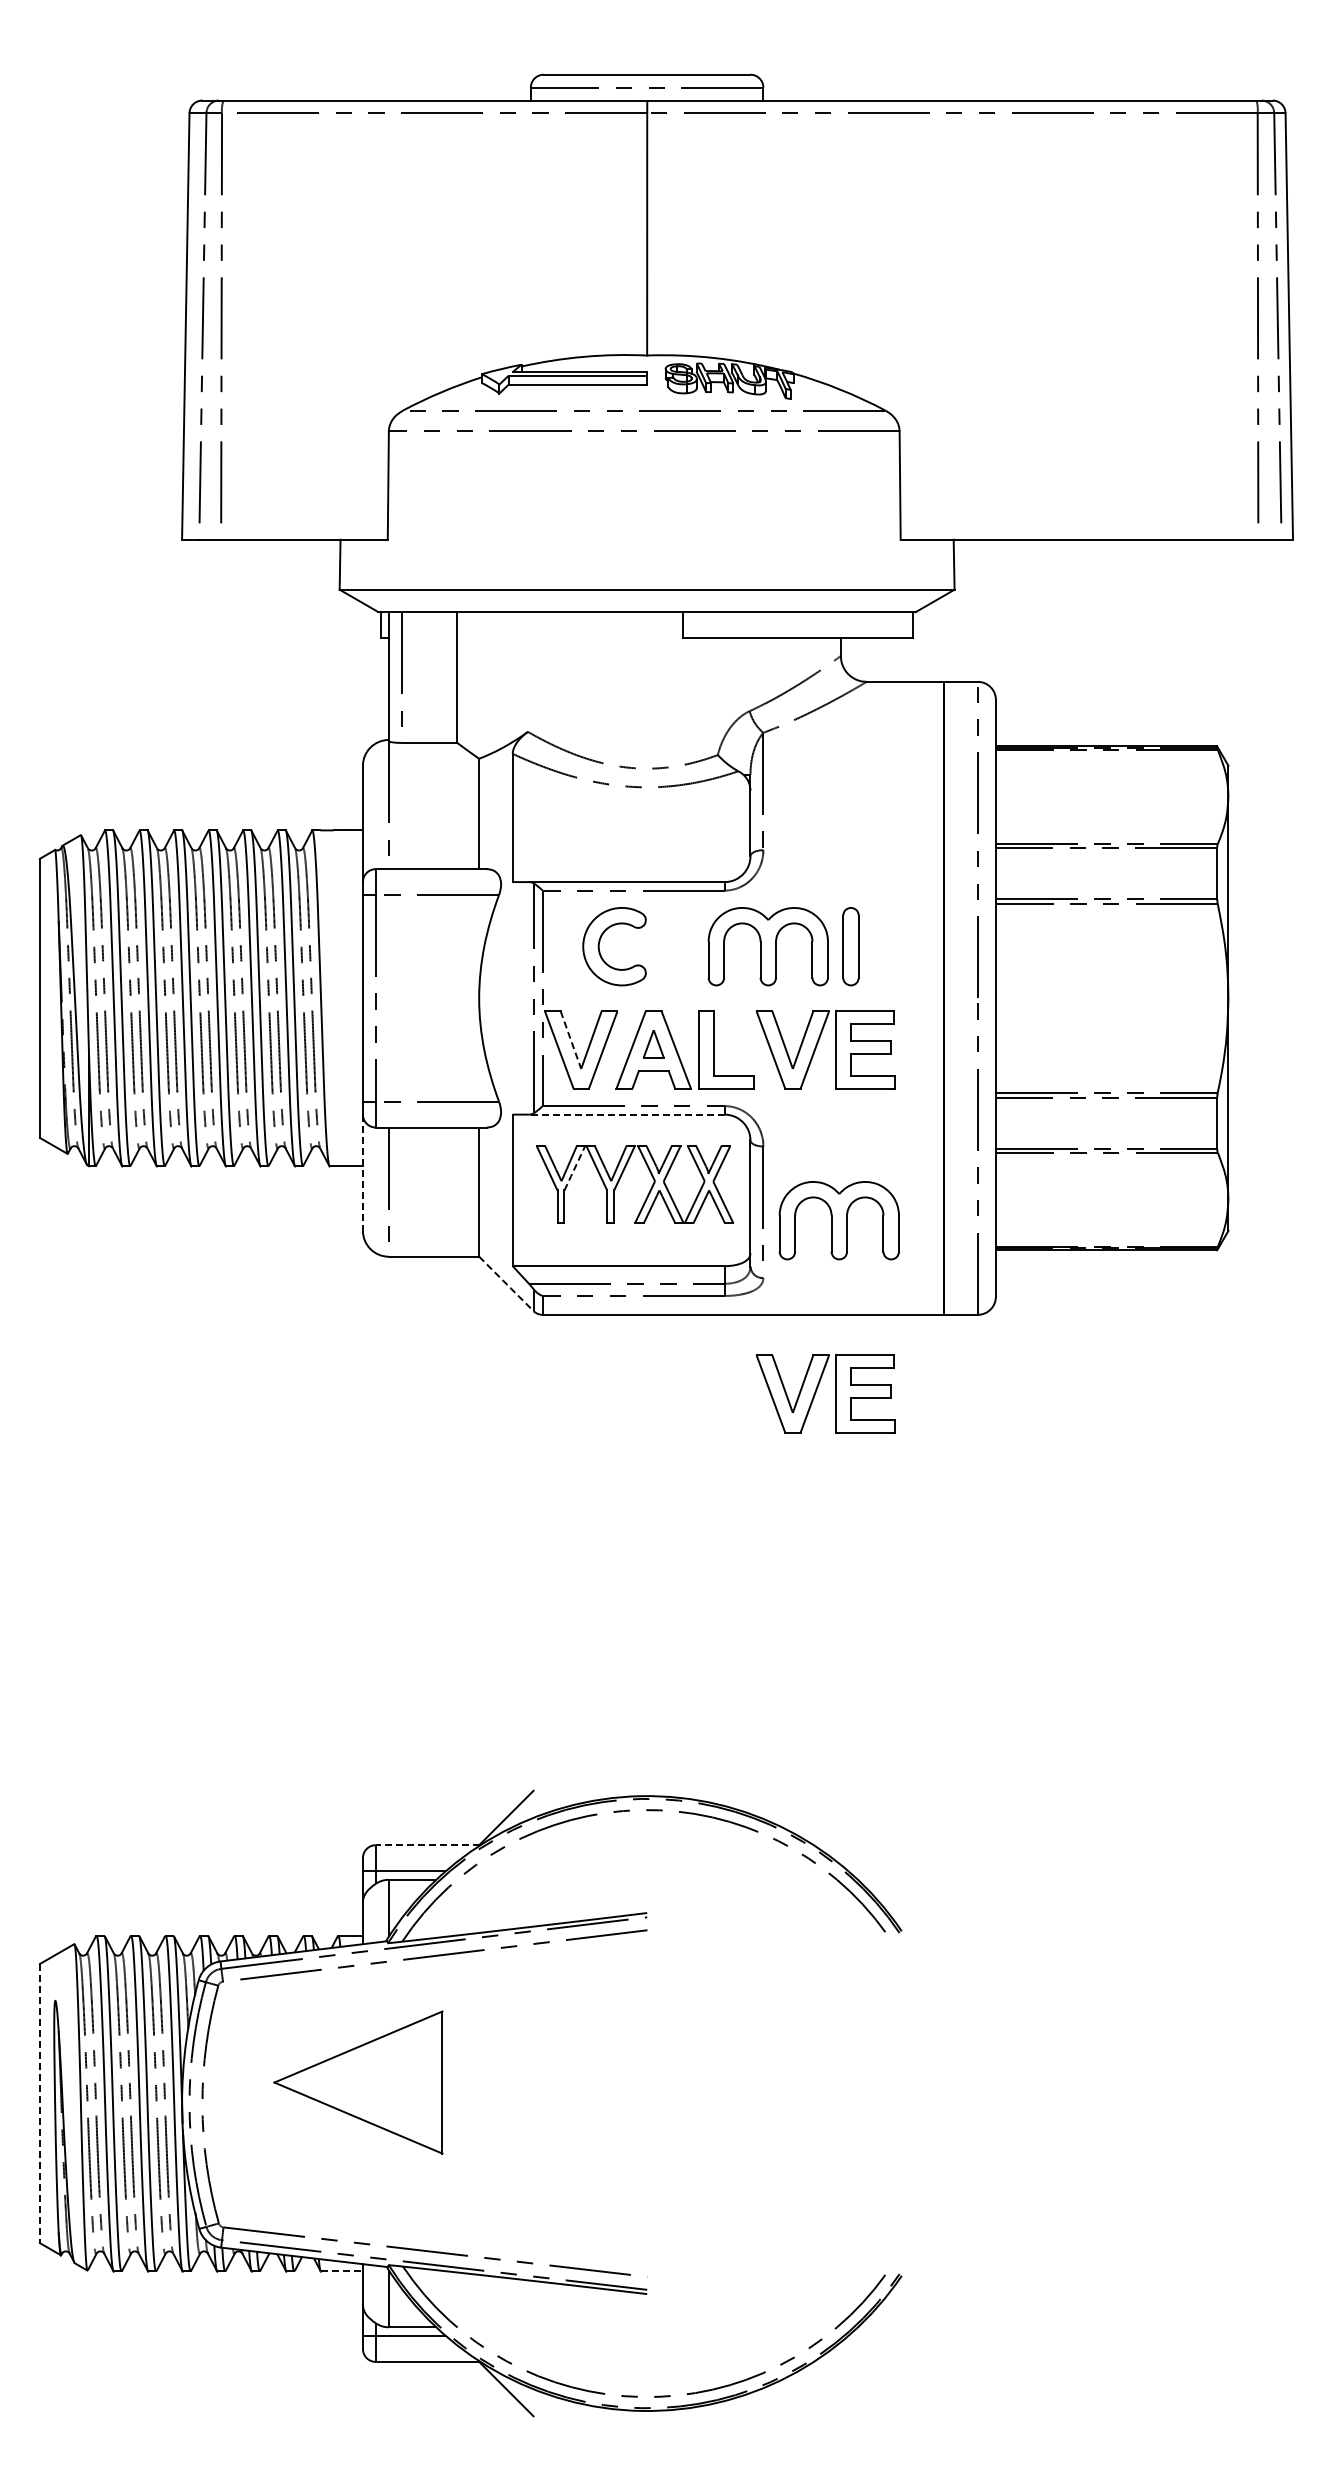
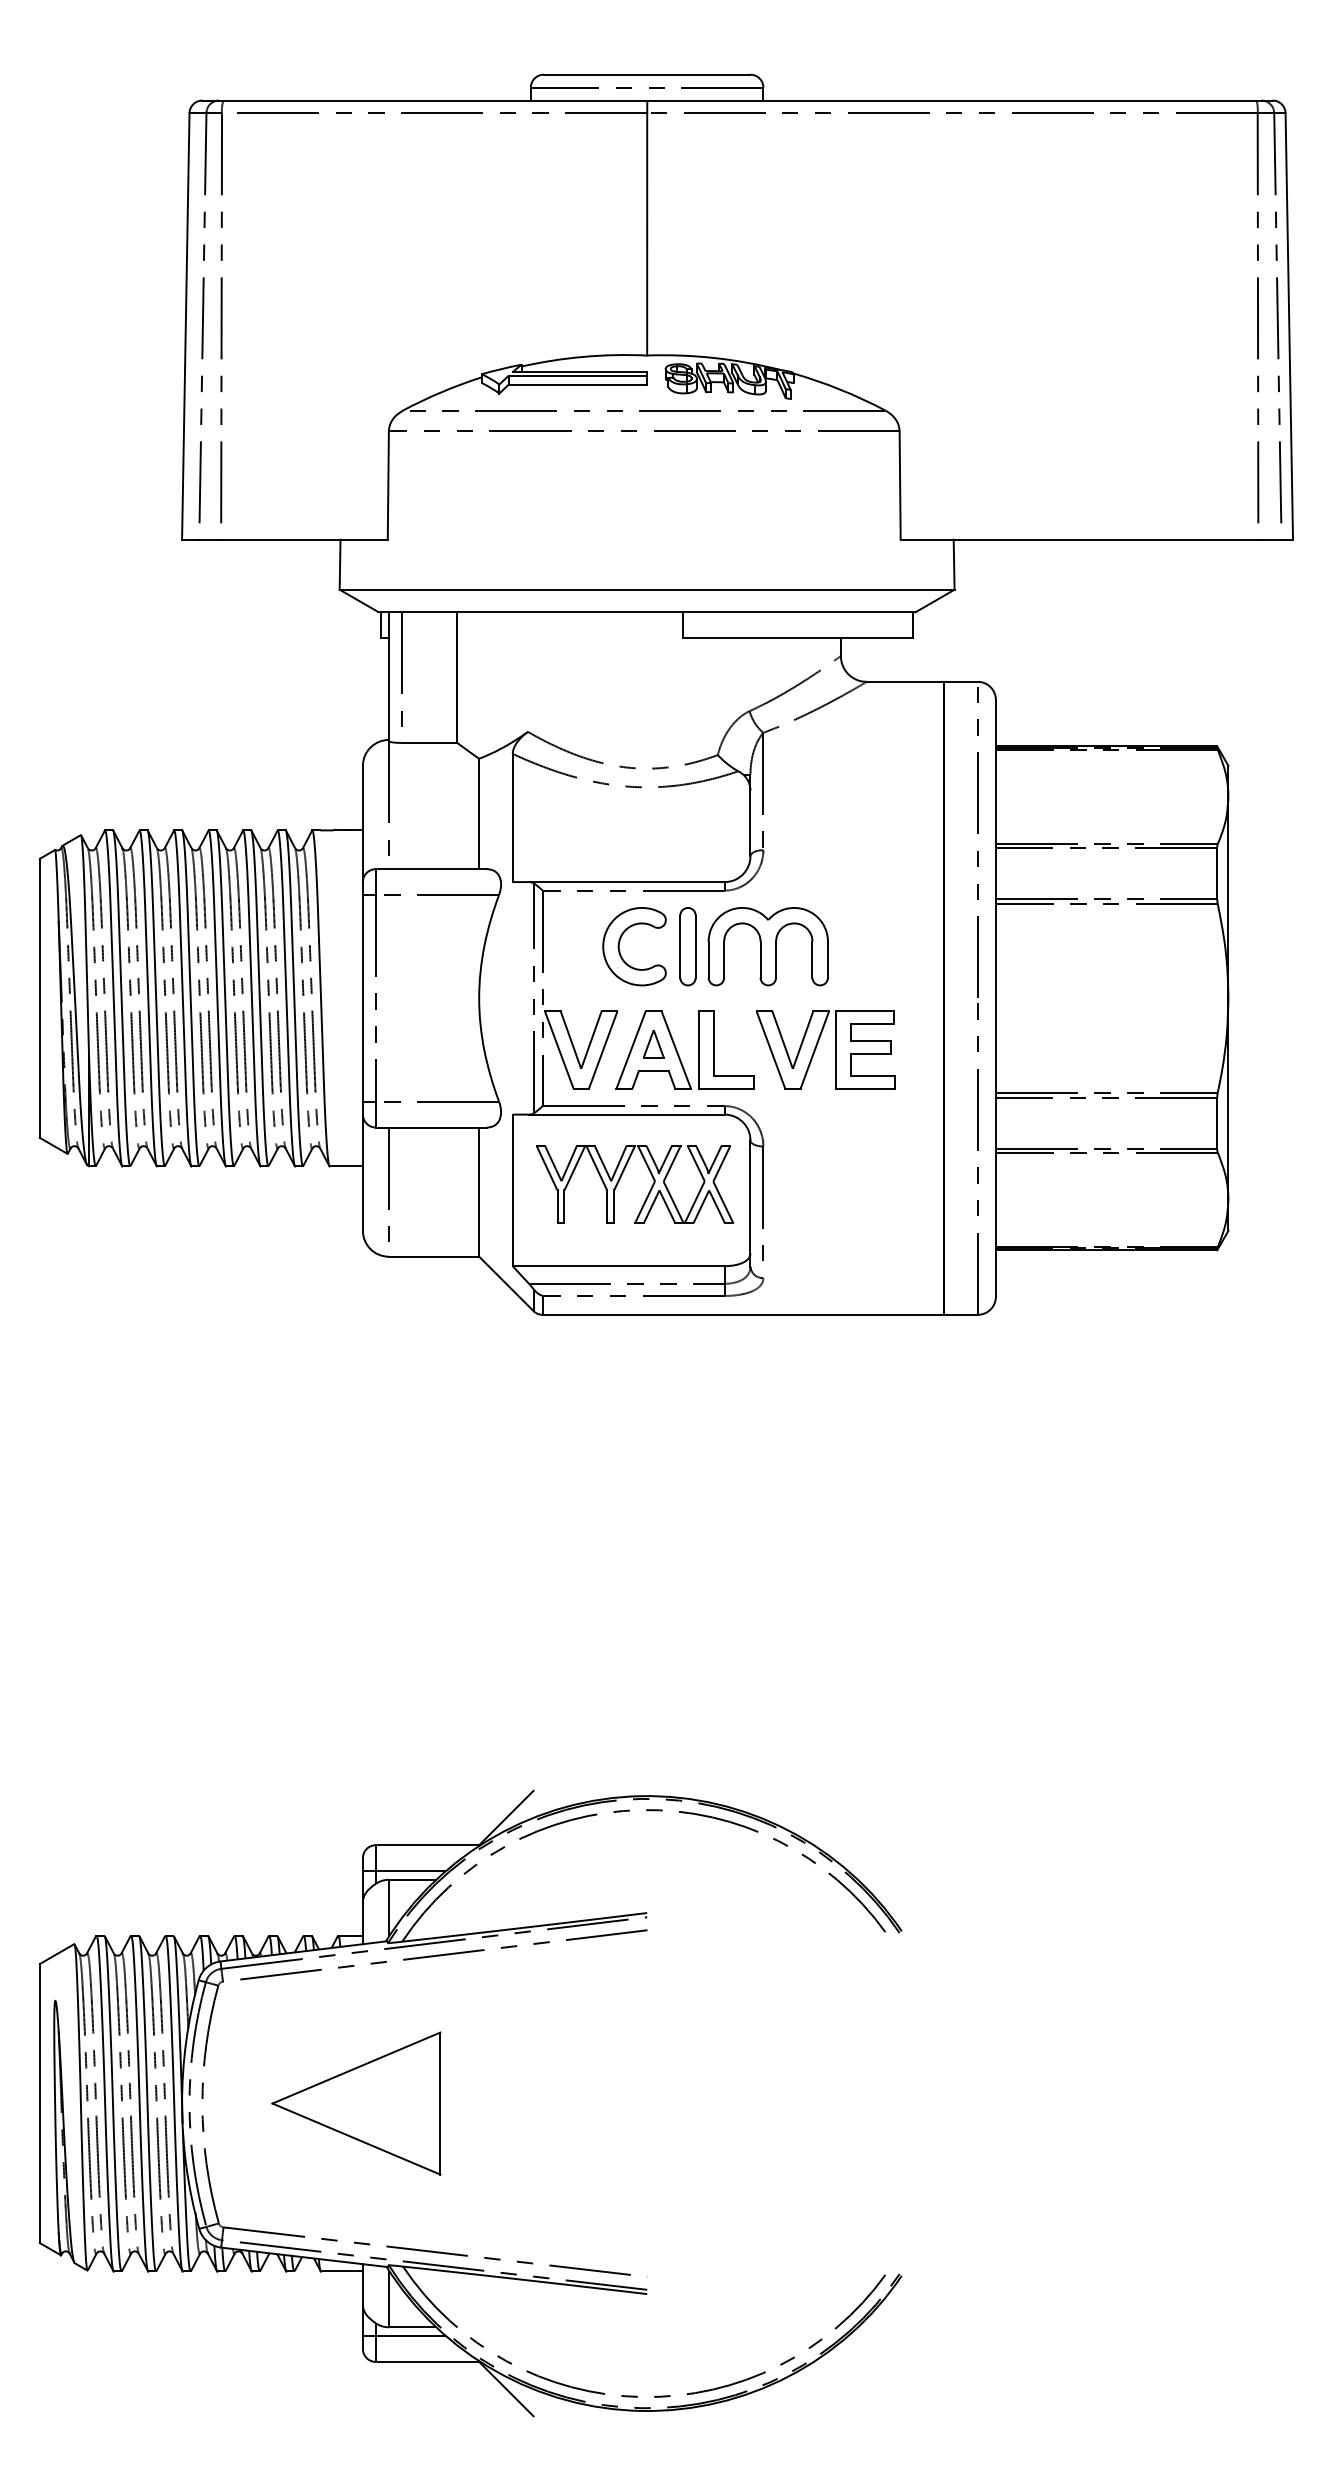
part at (600, 941) position: (600, 941) -> (620, 941)
part at (850, 946) position: (850, 946) -> (687, 946)
line at (571, 1040): dashed -> solid
line at (626, 1114): dashed -> solid
line at (575, 1167): dashed -> solid
line at (362, 1173): dashed -> solid
part at (838, 1220): present -> none
line at (506, 1284): dashed -> solid
part at (817, 1390): present -> none
line at (427, 1845): dashed -> solid
part at (358, 2082) position: (358, 2082) -> (356, 2103)
line at (39, 2103): dashed -> solid
line at (341, 2271): dashed -> solid
